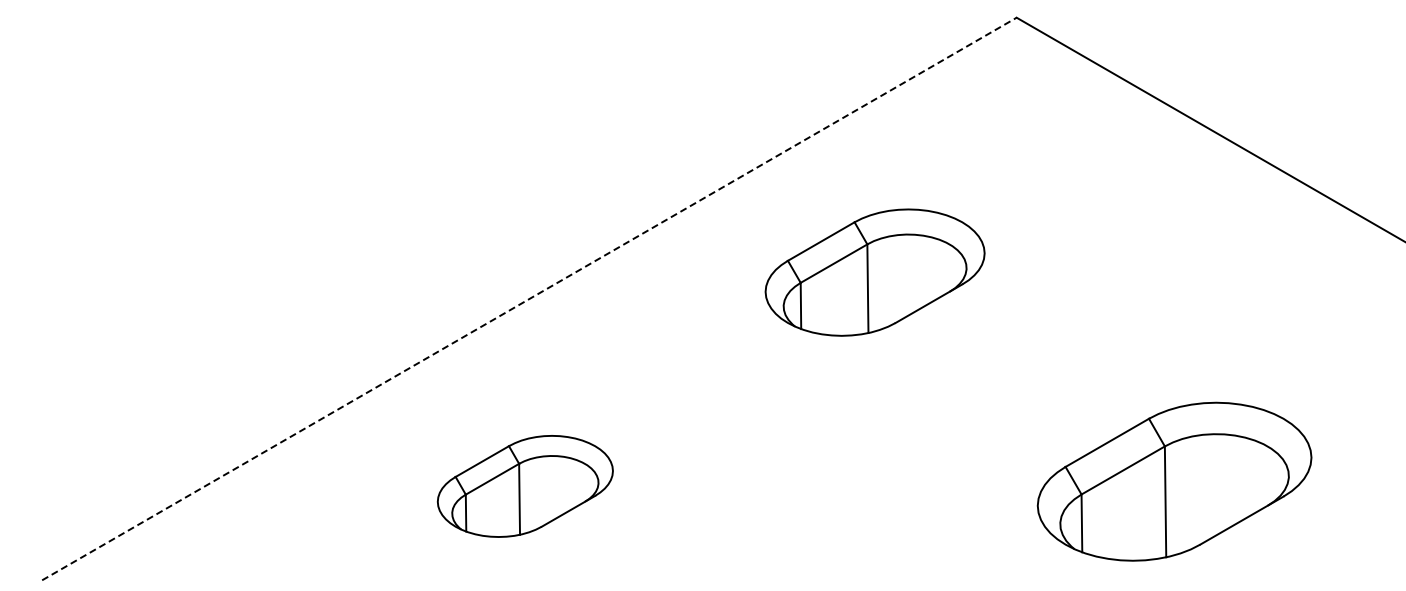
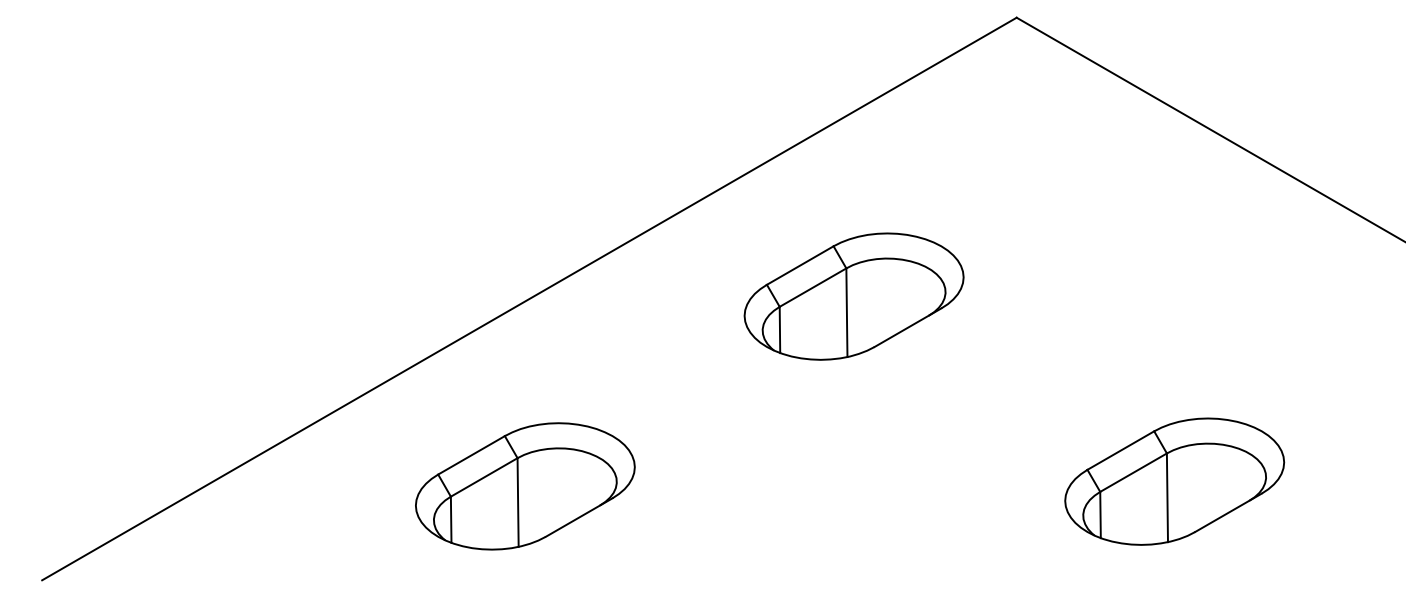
part at (874, 272) position: (874, 272) -> (853, 296)
line at (529, 299): dashed -> solid
part at (1174, 481) size: 277x161 px -> 222x129 px
part at (524, 486) size: 178x103 px -> 221x129 px
